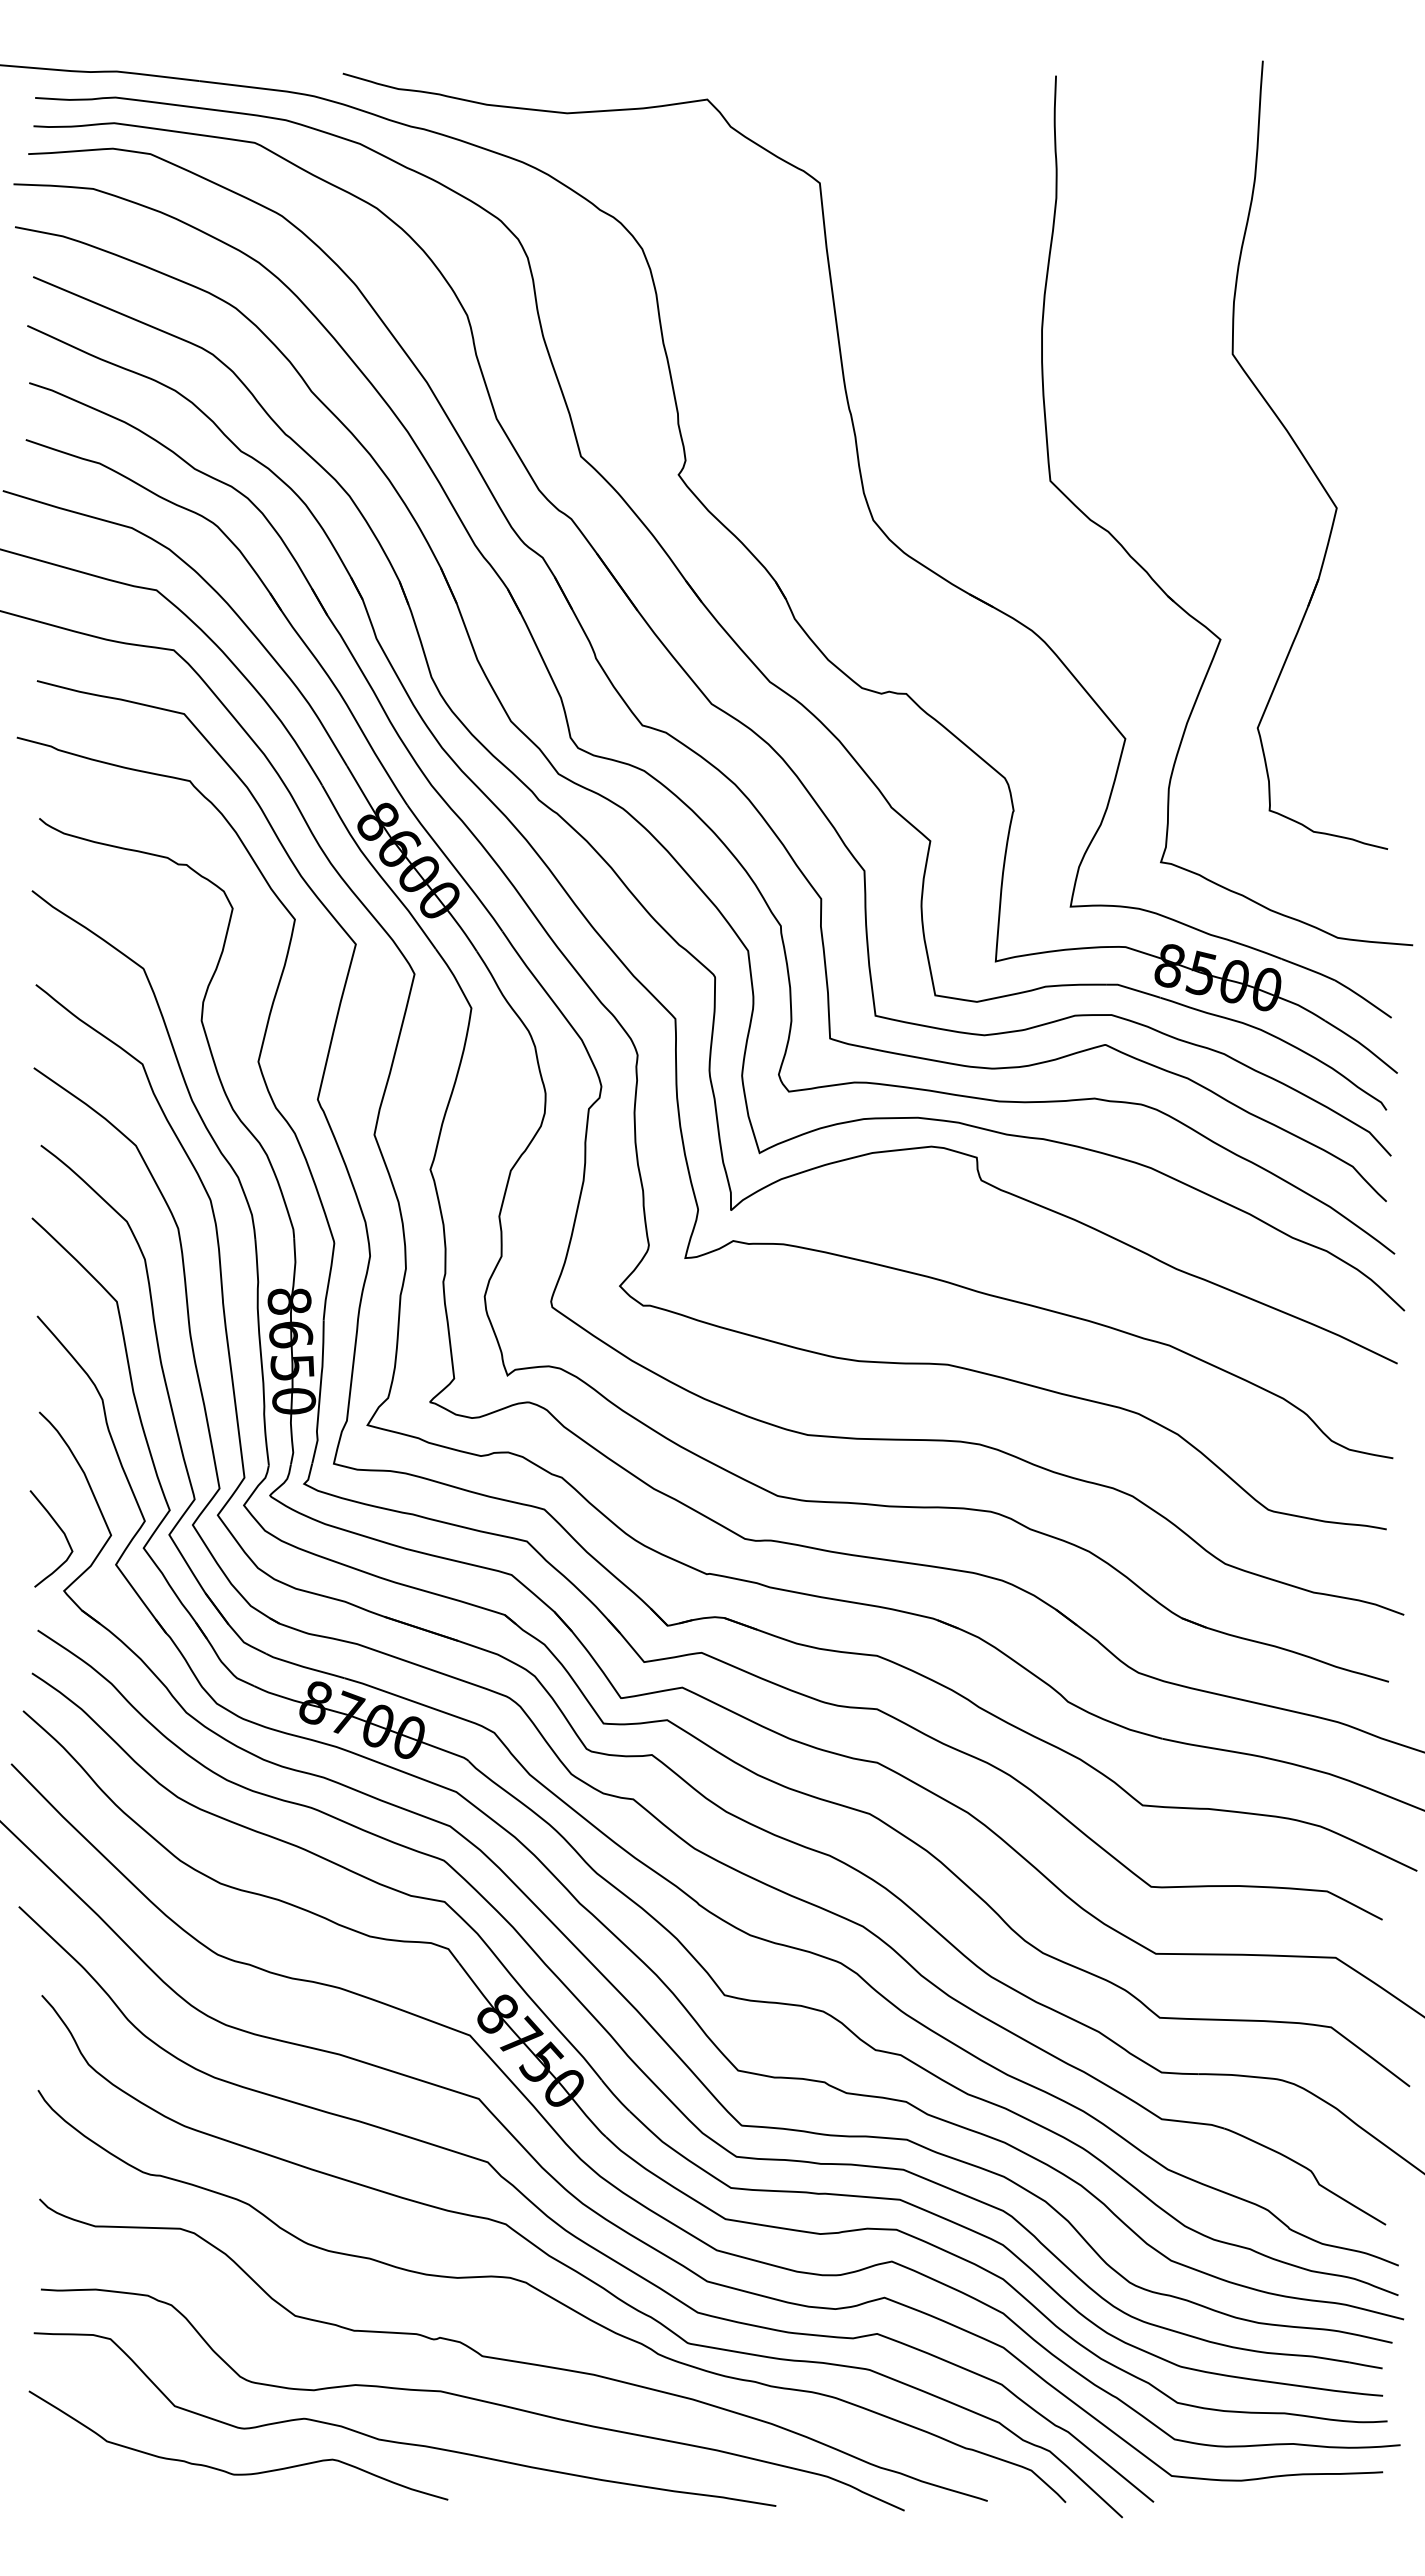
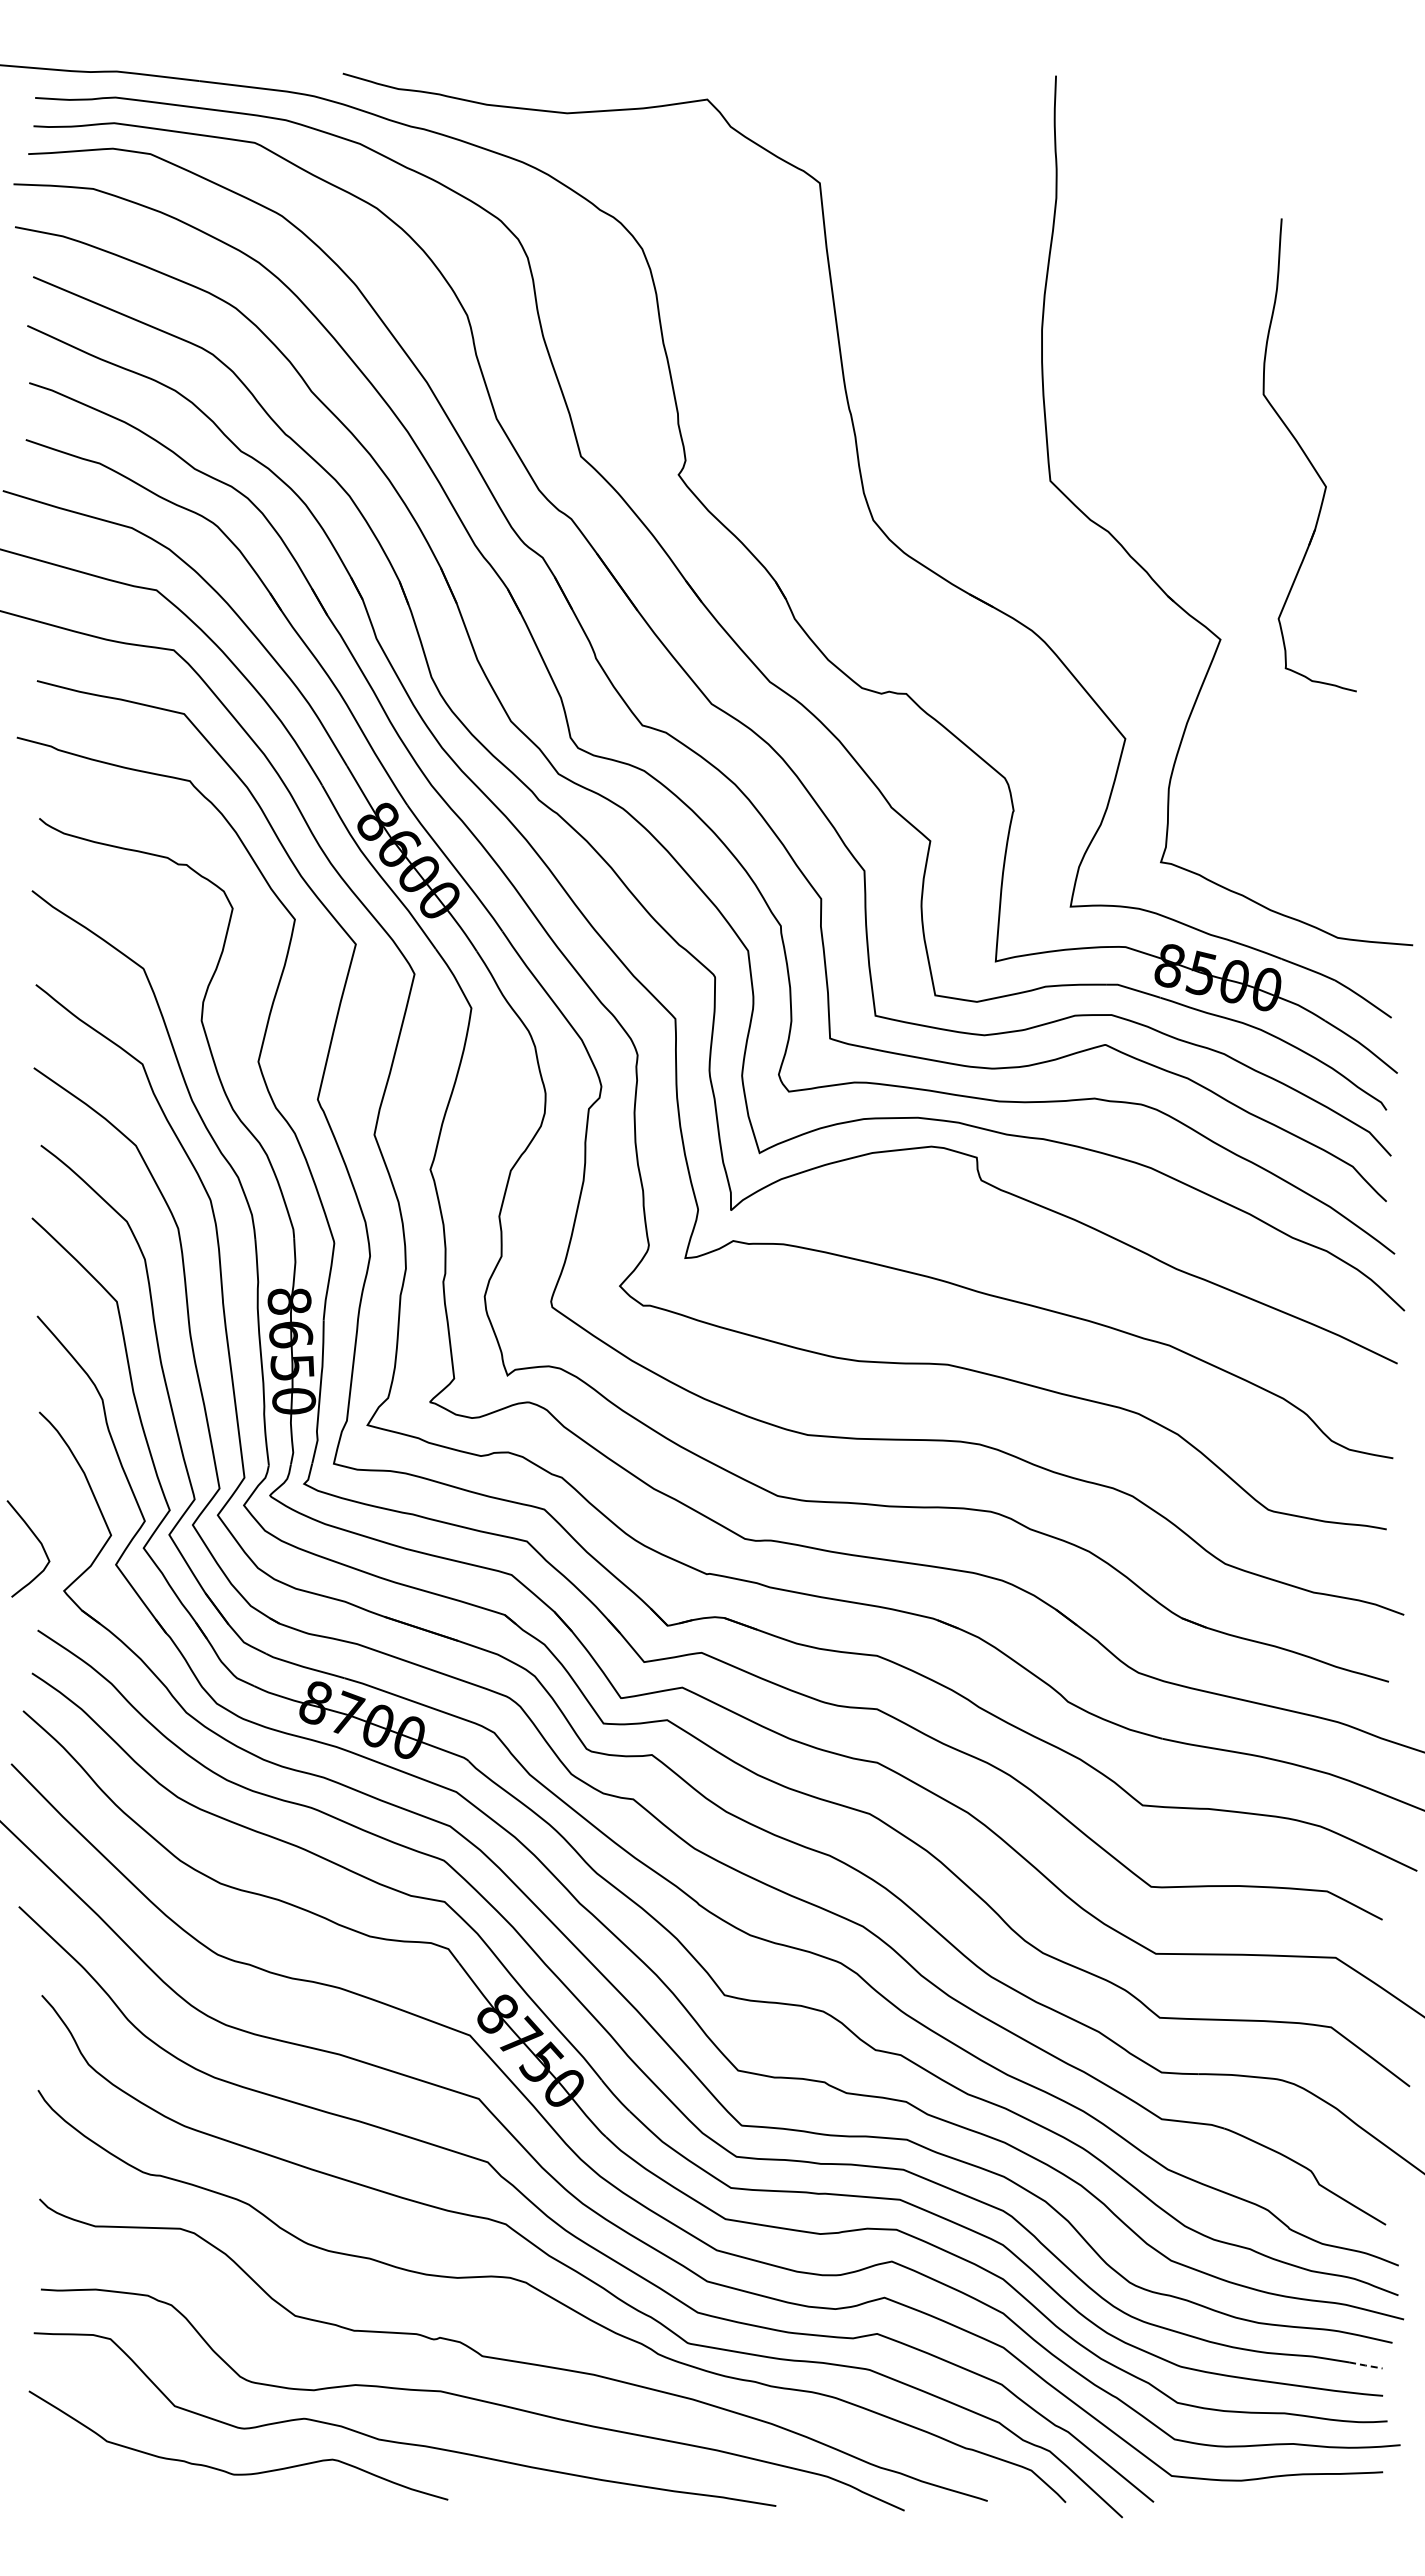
part at (1309, 454) size: 158x790 px -> 95x475 px
curve at (60, 1530) position: (60, 1530) -> (37, 1540)
line at (1365, 2365): solid -> dashed
